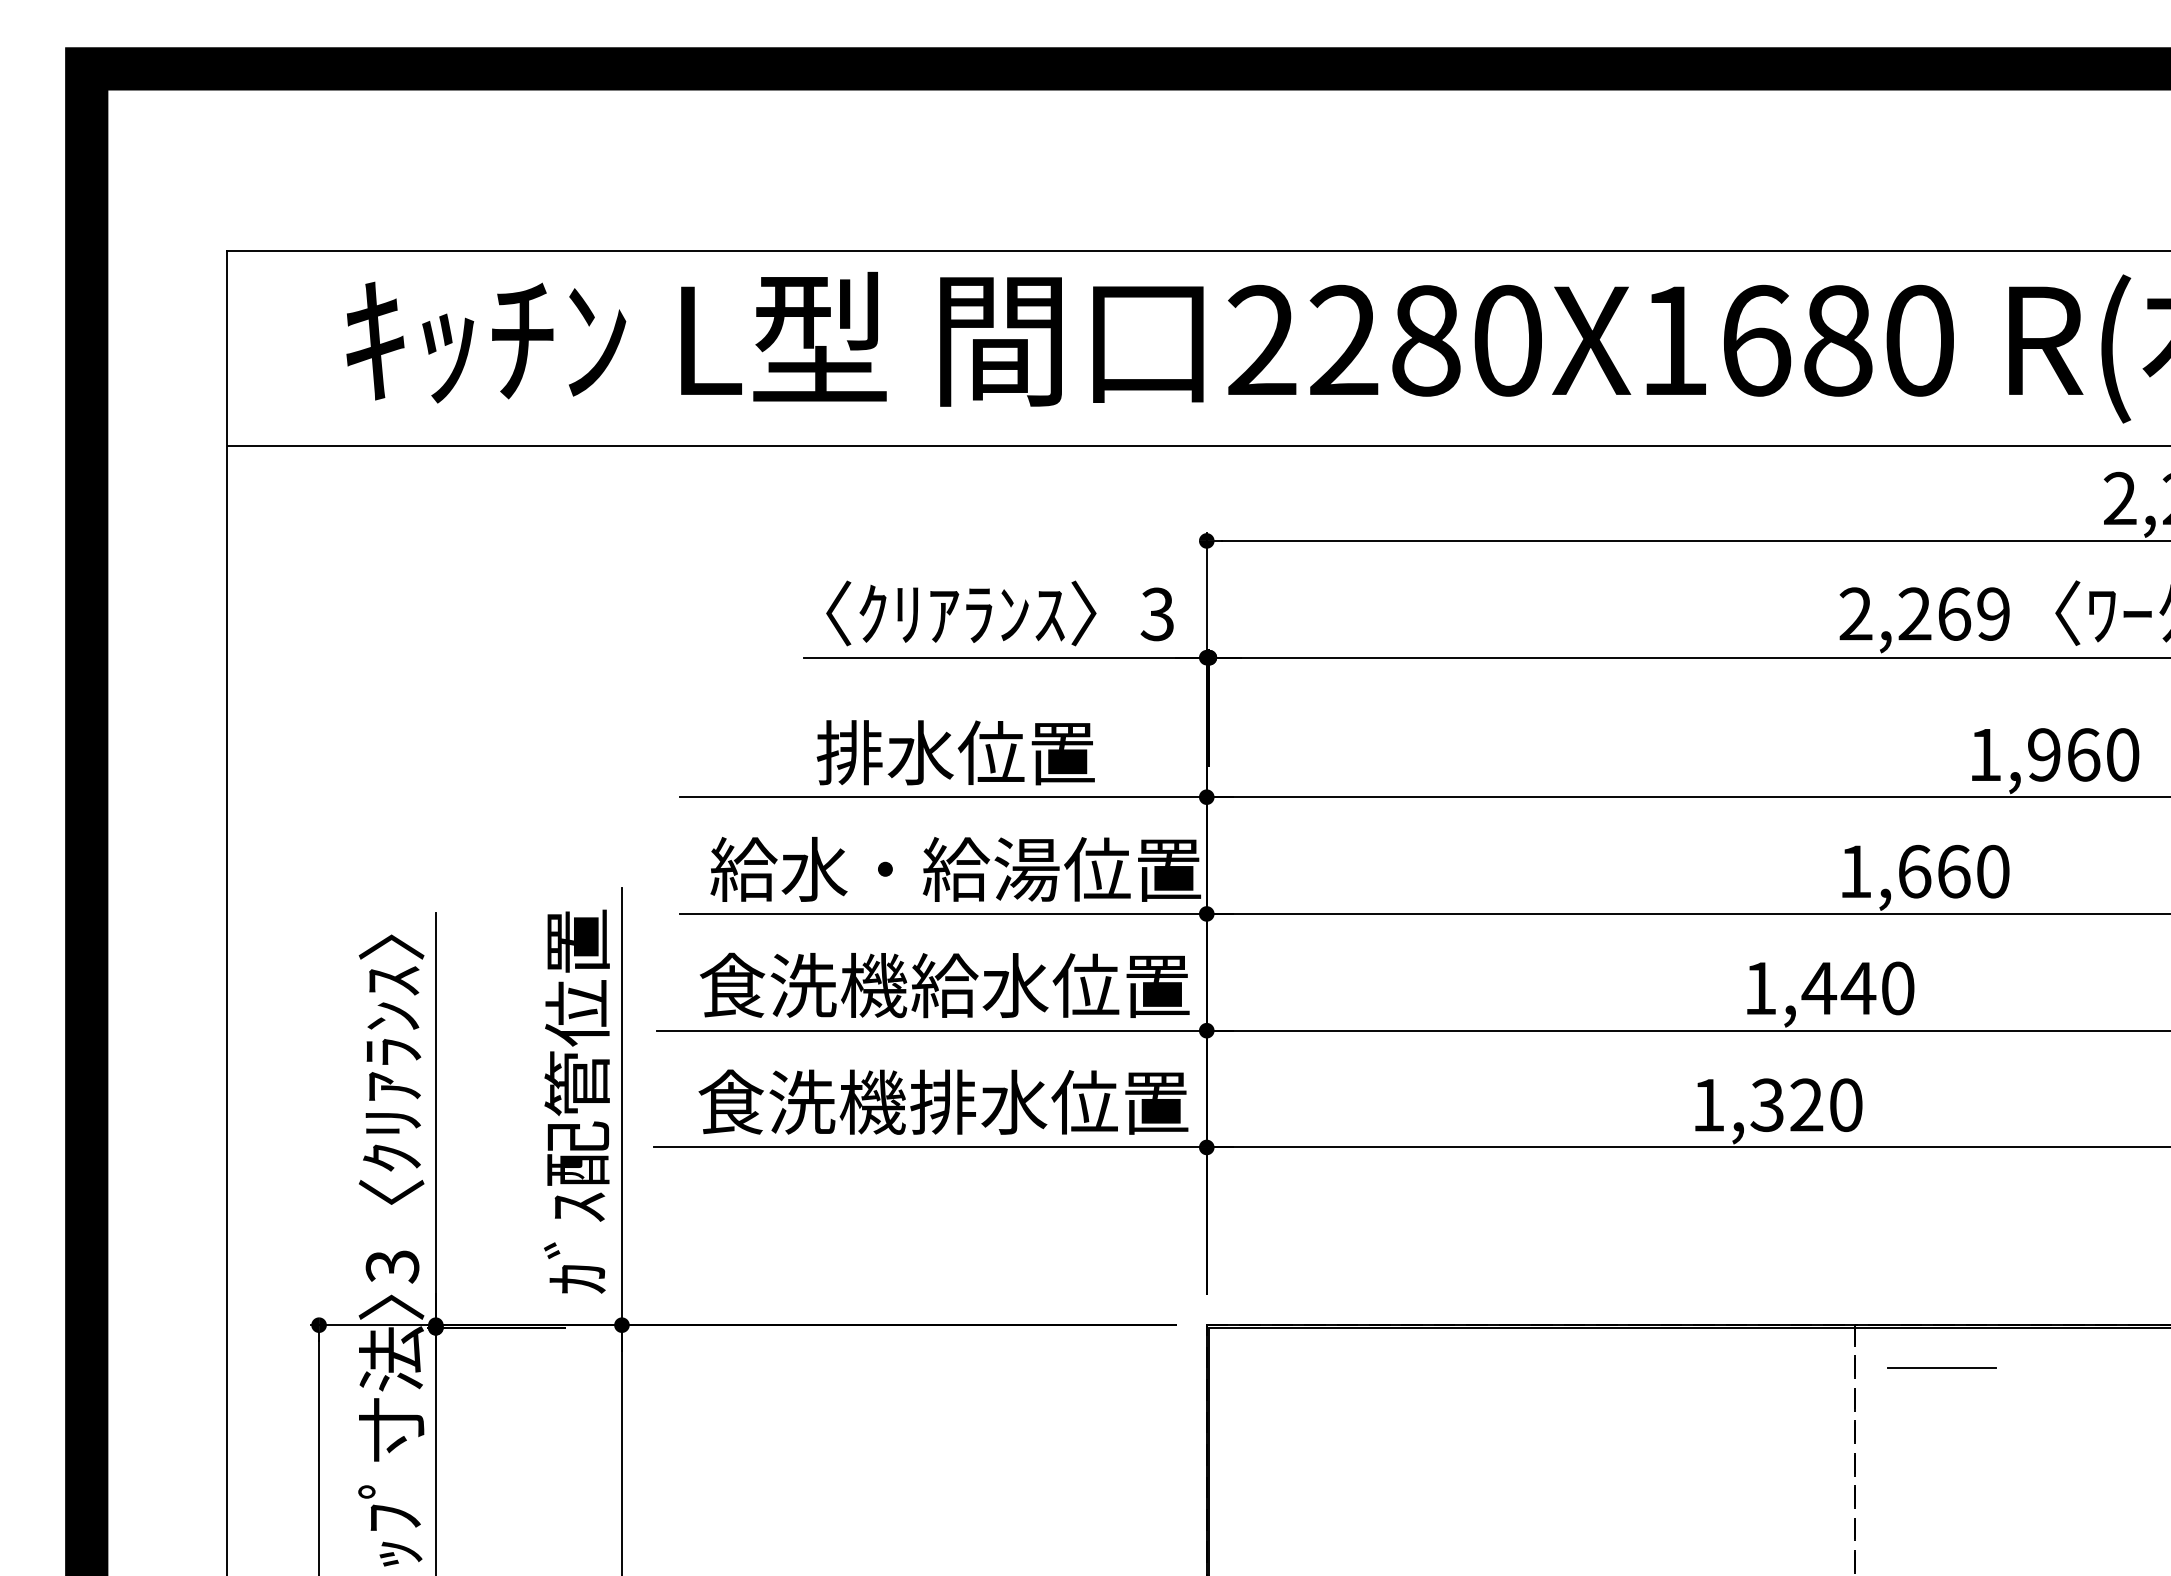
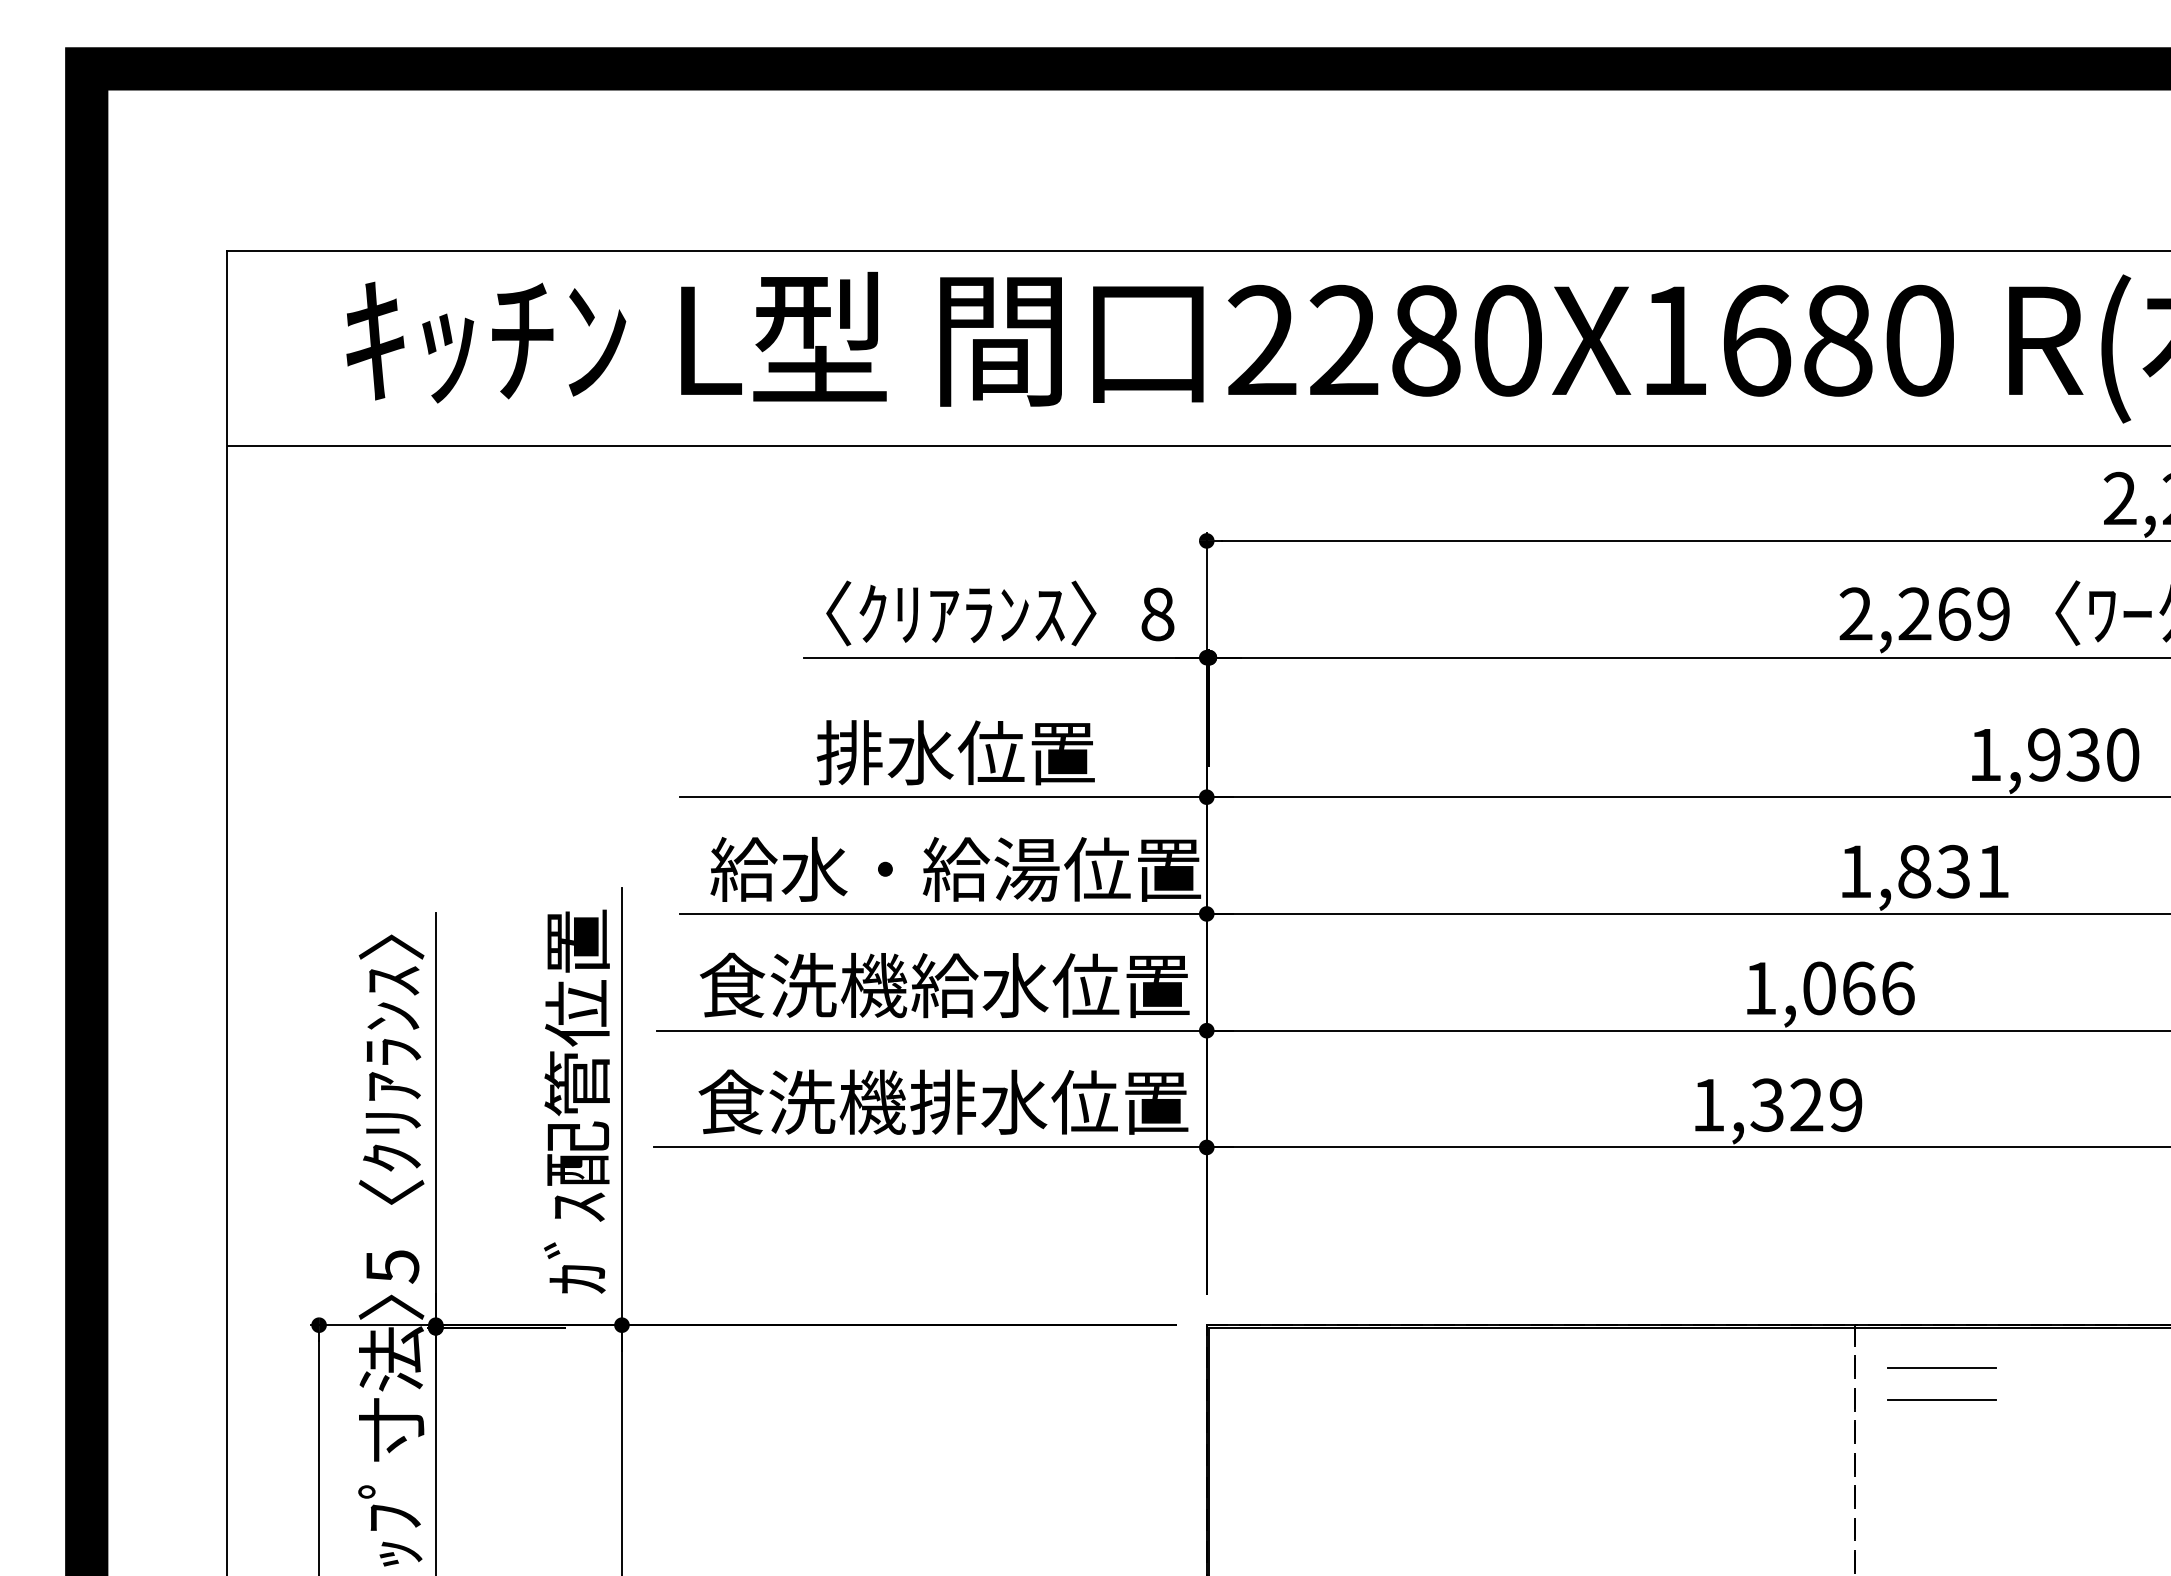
text at (1157, 614): 3 -> 8
text at (2083, 754): 1,960 -> 1,930
text at (1953, 871): 1,660 -> 1,831
text at (1857, 988): 1,440 -> 1,066
text at (1845, 1105): 1,320 -> 1,329
text at (391, 1266): 3 -> 5
line at (1941, 1399): none -> present
